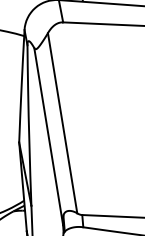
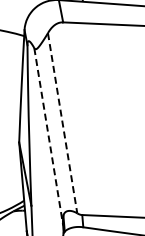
line at (62, 123): solid -> dashed
line at (48, 136): solid -> dashed
